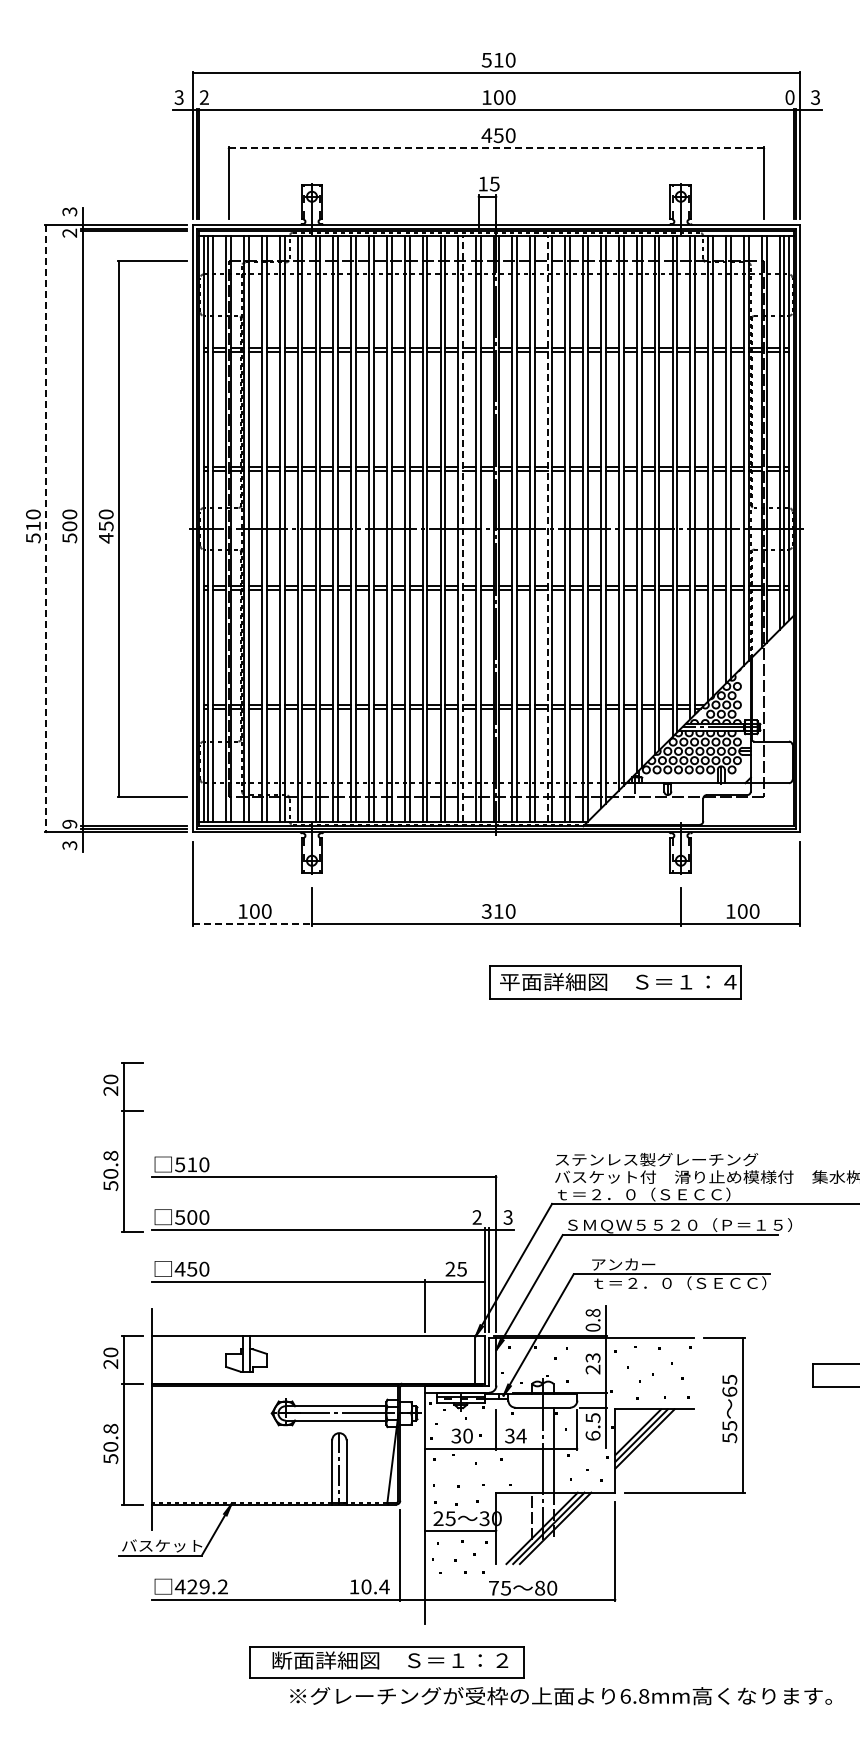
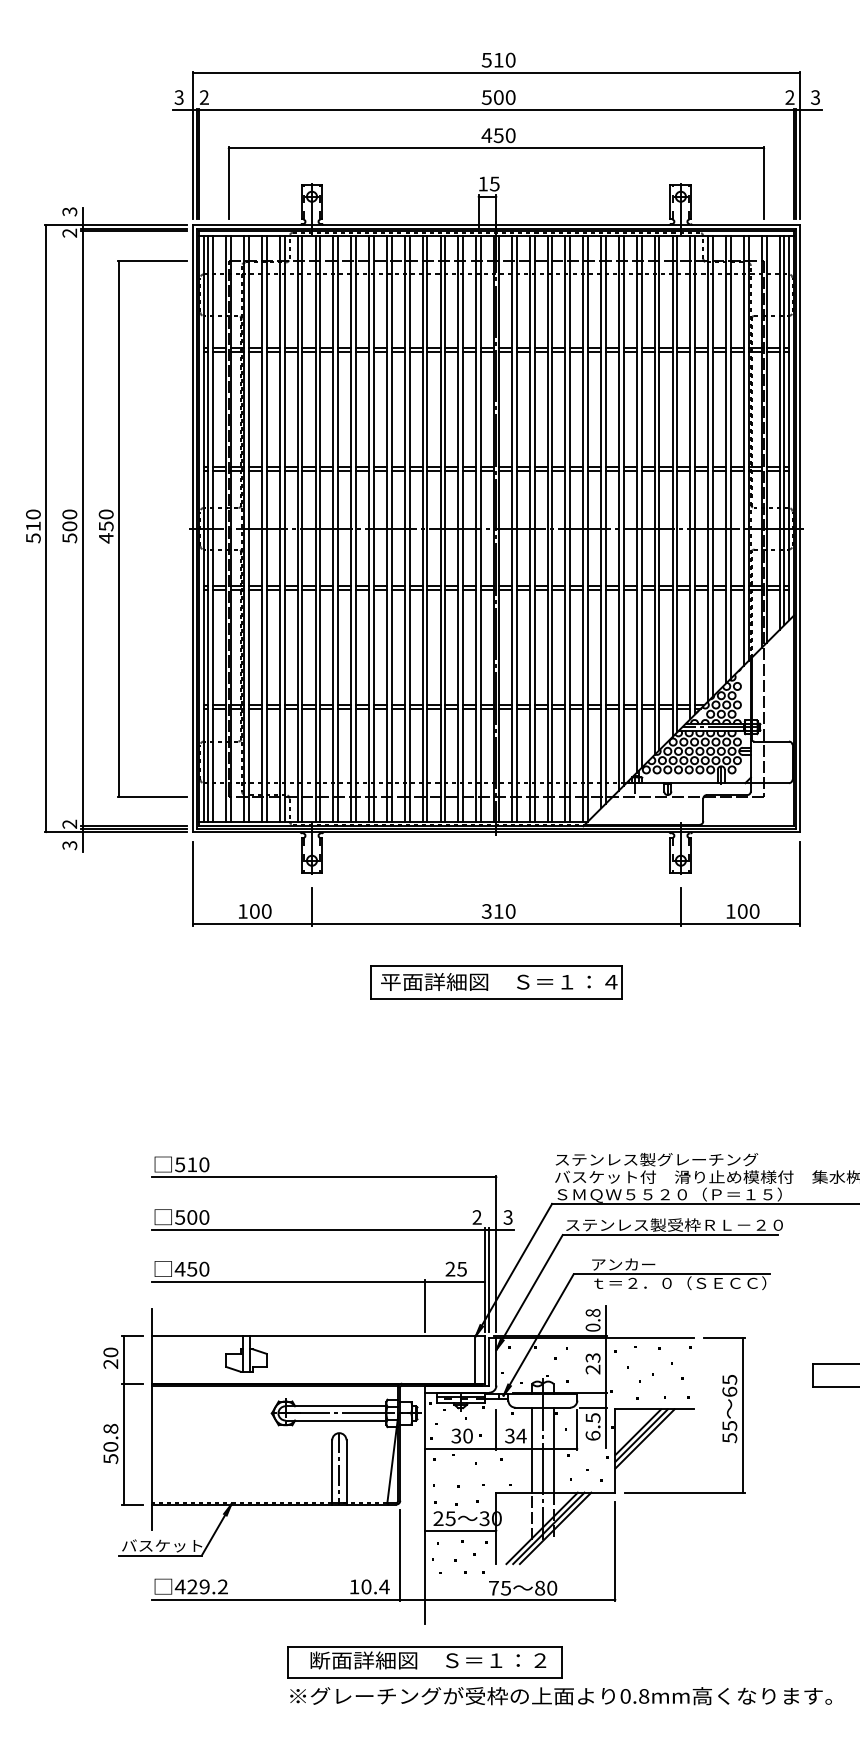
text at (486, 97): 100 -> 500
text at (789, 97): 0 -> 2
line at (496, 148): dashed -> solid
line at (463, 528): dashed -> solid
line at (547, 528): dashed -> solid
line at (46, 529): dashed -> solid
text at (69, 823): 9 -> 2
line at (253, 924): dashed -> solid
part at (615, 982) position: (615, 982) -> (496, 982)
part at (123, 1147): present -> none
text at (669, 1194): ｔ＝２．０（ＳＥＣＣ） -> ＳＭＱＷ５５２０（Ｐ＝１５）
text at (679, 1225): ＳＭＱＷ５５２０（Ｐ＝１５） -> ステンレス製受枠ＲＬ－２０
line at (532, 1449): none -> present
part at (386, 1662) position: (386, 1662) -> (424, 1662)
text at (625, 1696): 6.8mm -> 0.8mm
